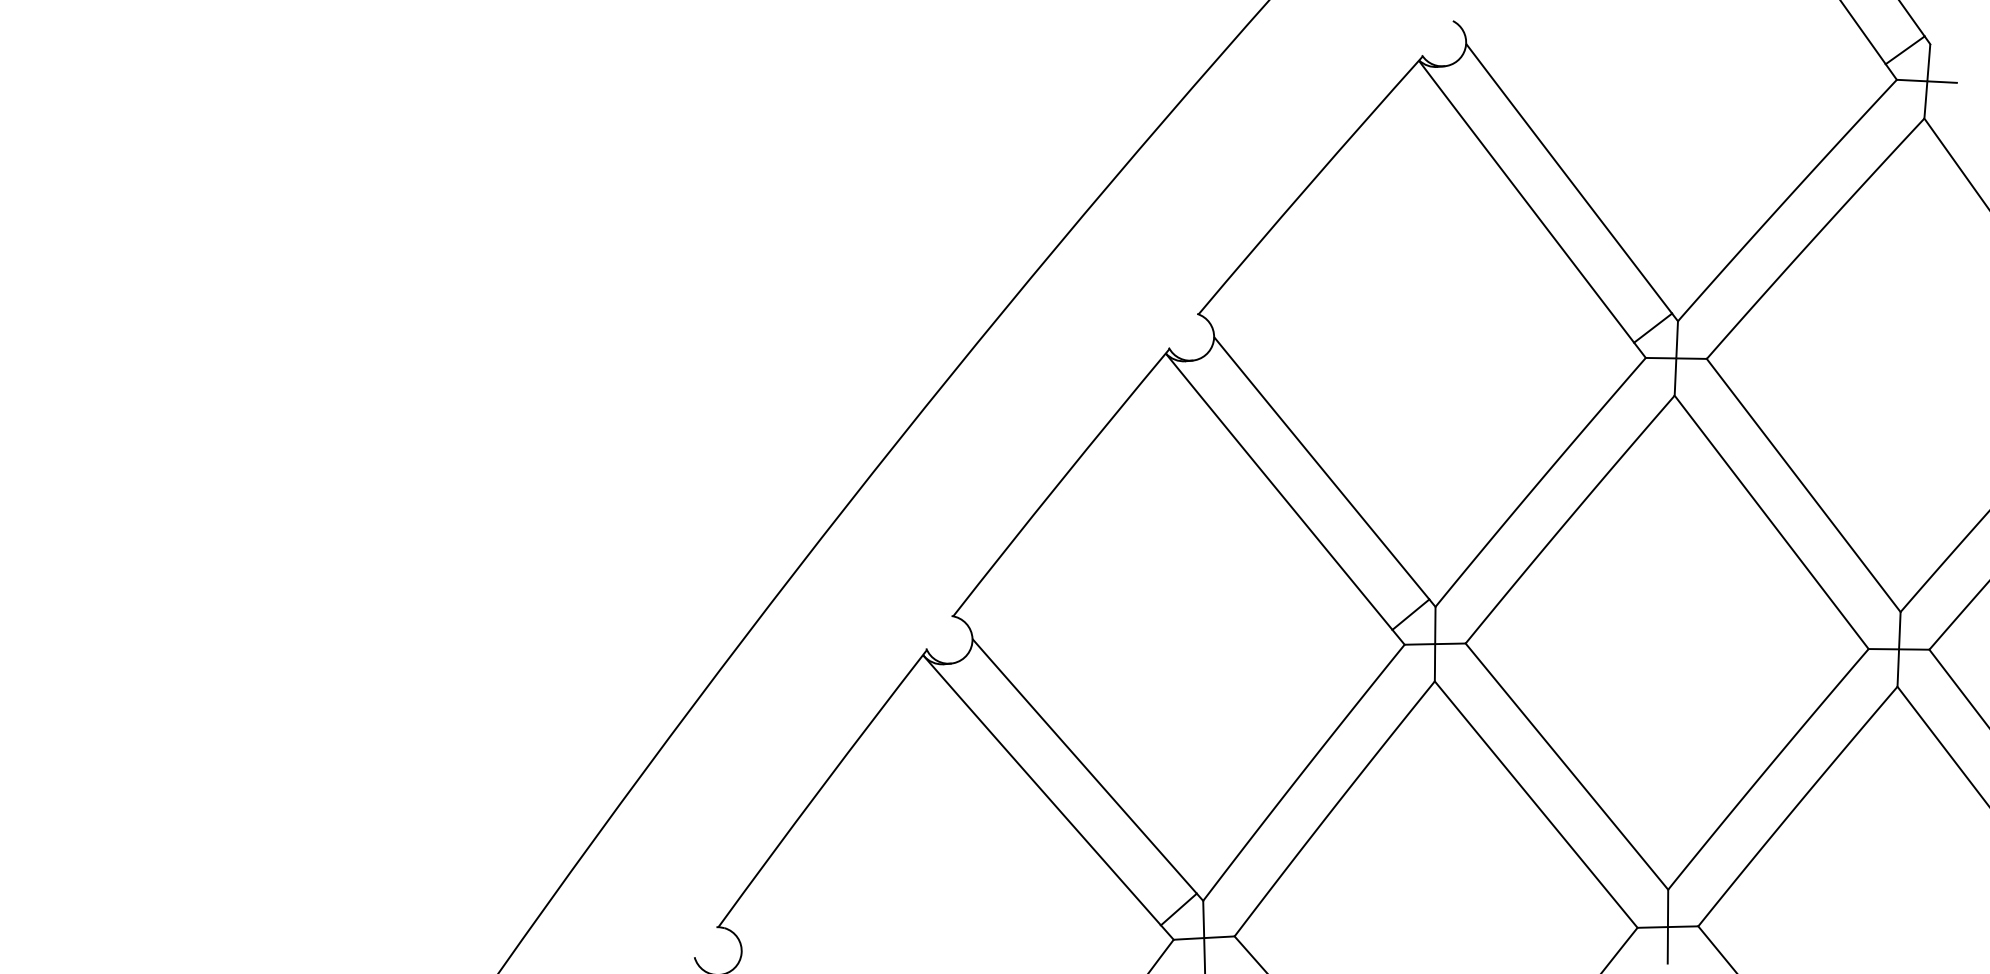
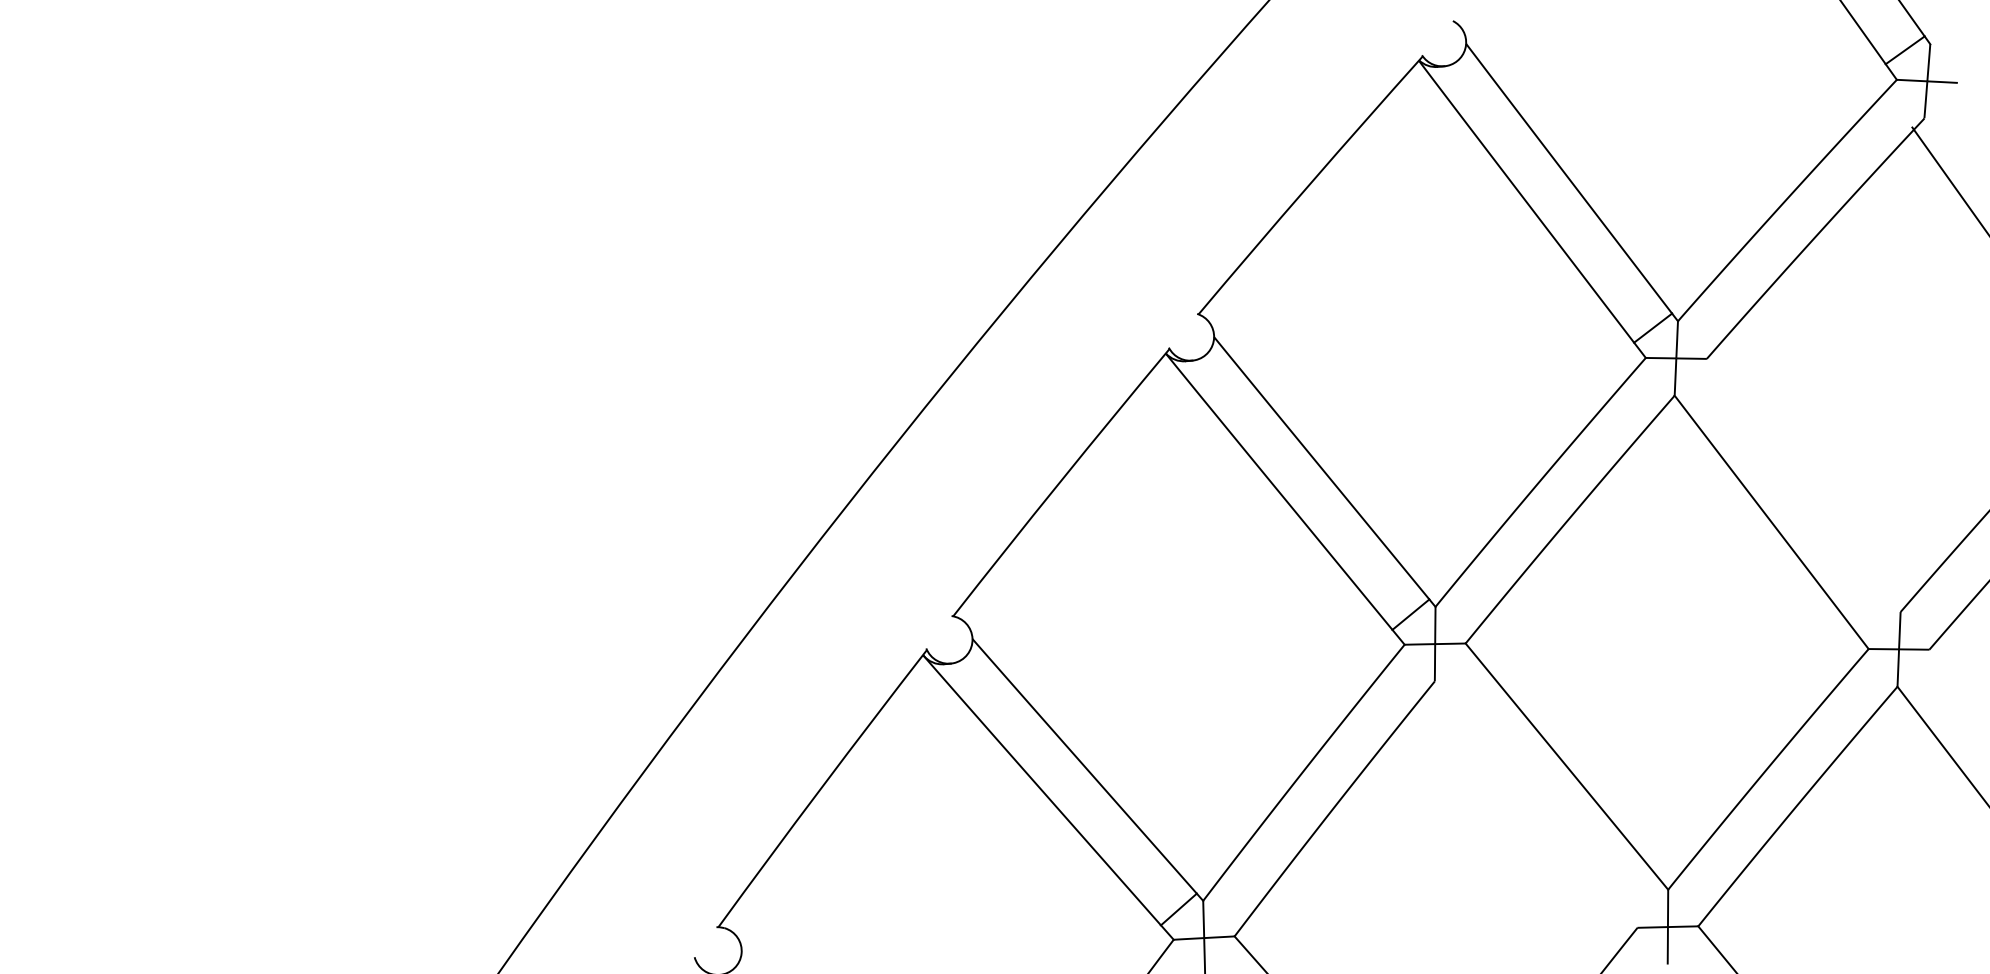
line at (1955, 161) position: (1955, 161) -> (1949, 179)
line at (1803, 485): present -> none
line at (1957, 686): present -> none
line at (1535, 804): present -> none
